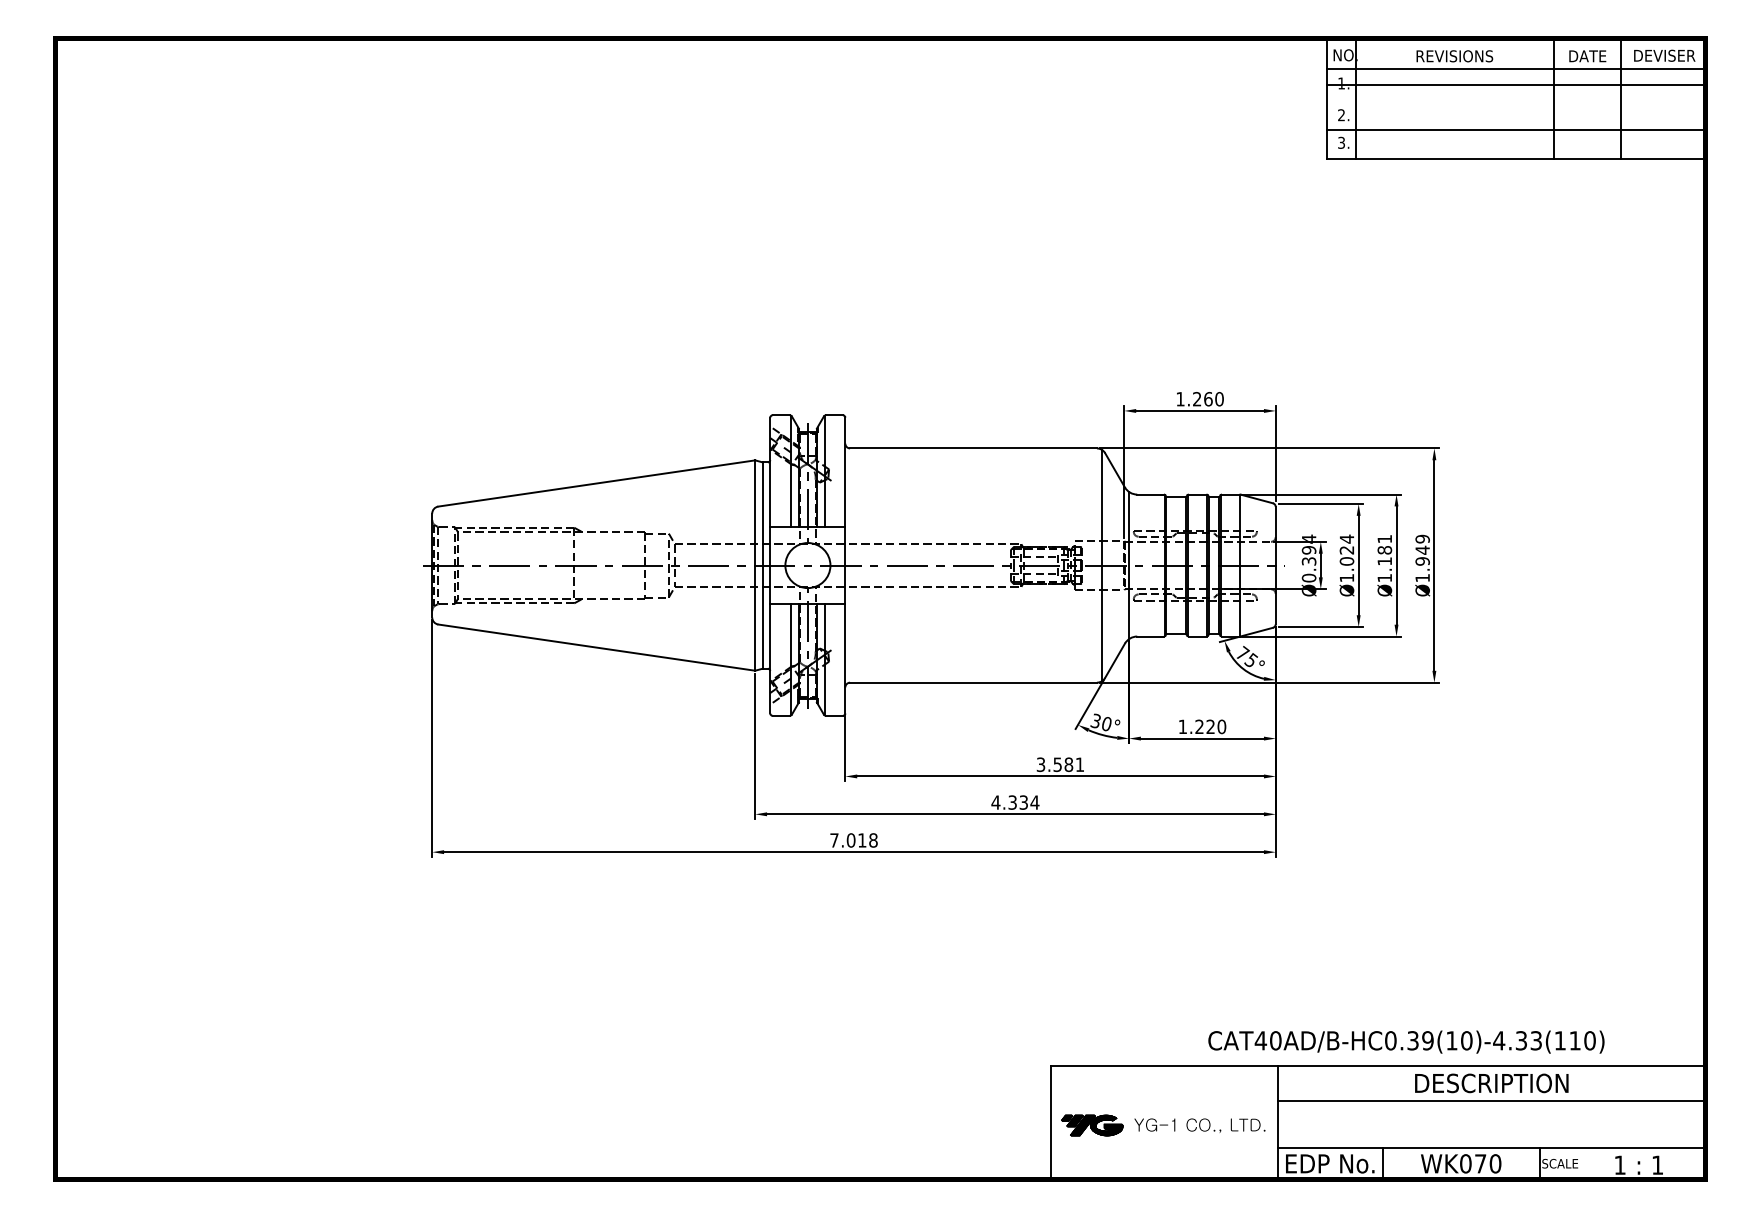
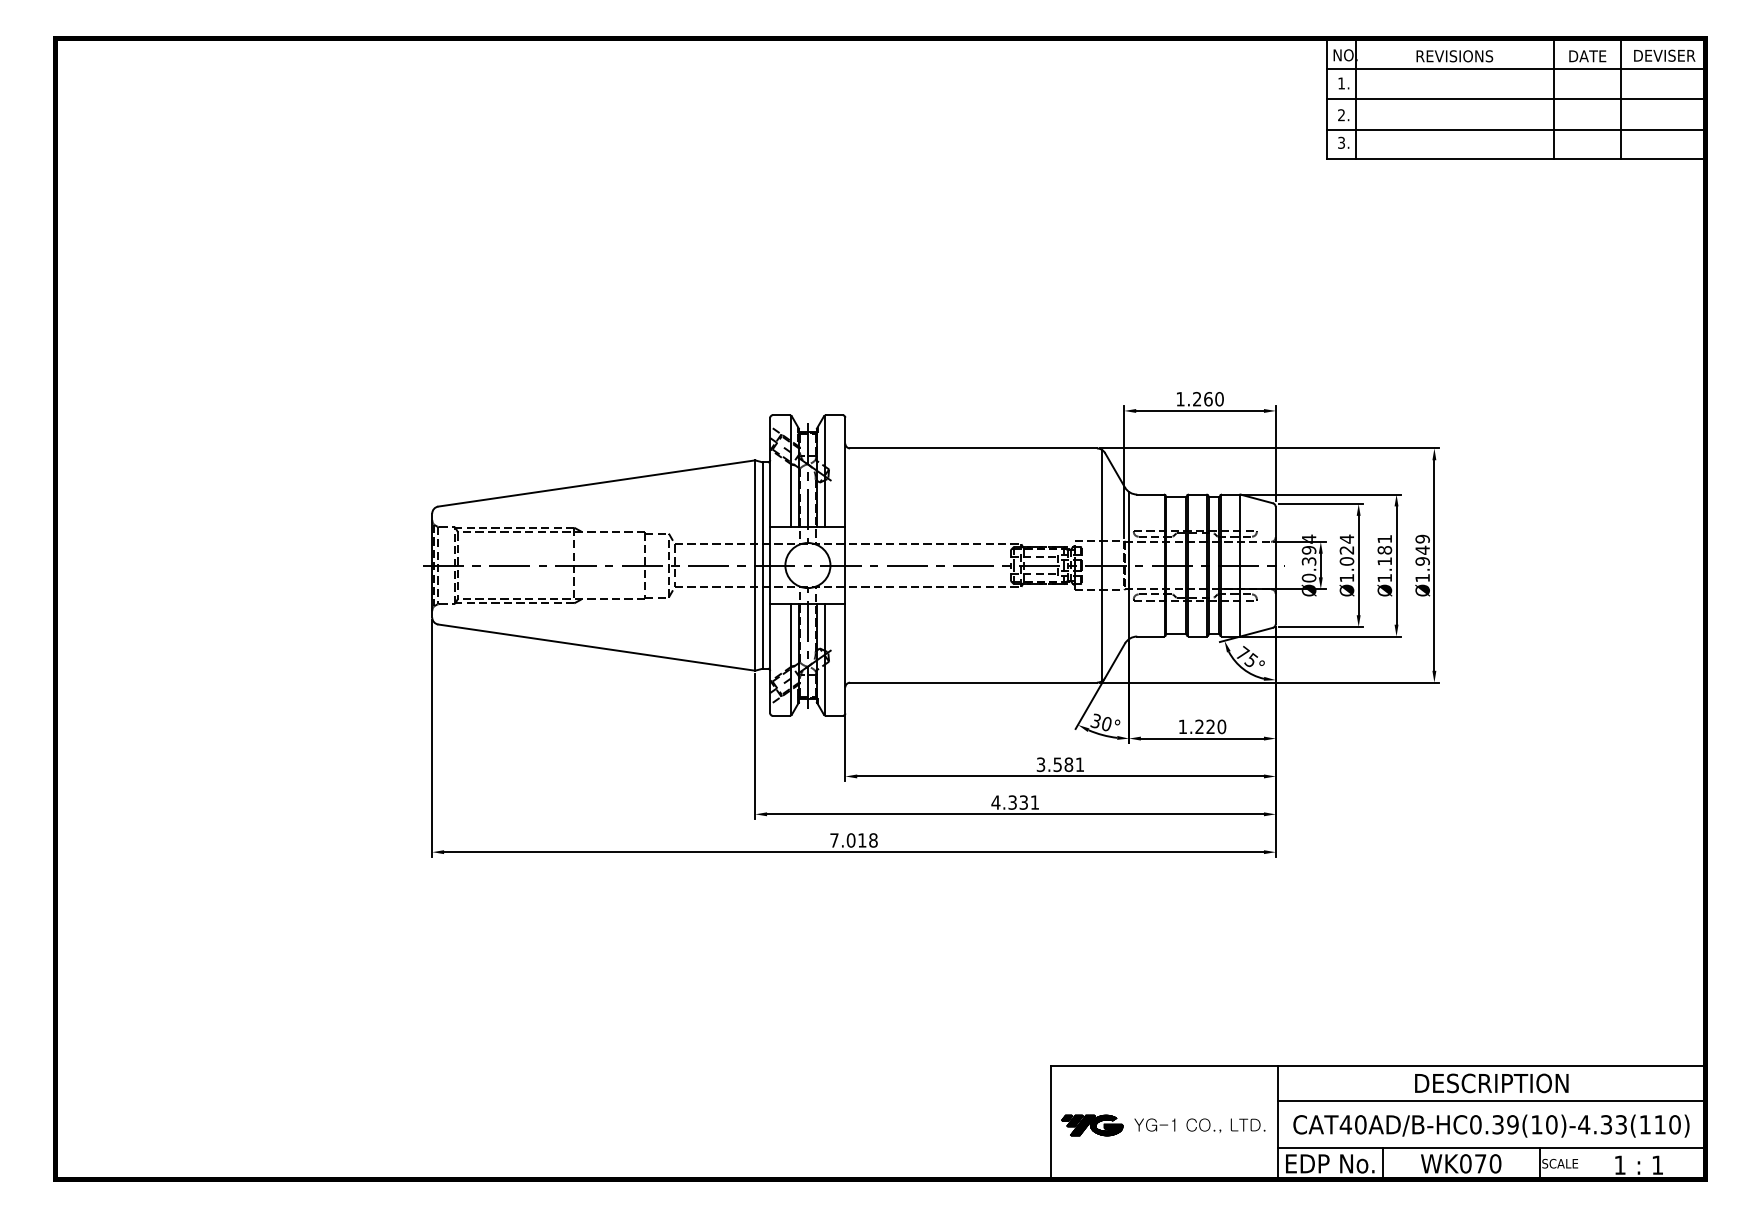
line at (1516, 85) position: (1516, 85) -> (1516, 99)
text at (1034, 802): 4.334 -> 4.331
text at (1406, 1041) position: (1406, 1041) -> (1491, 1125)
